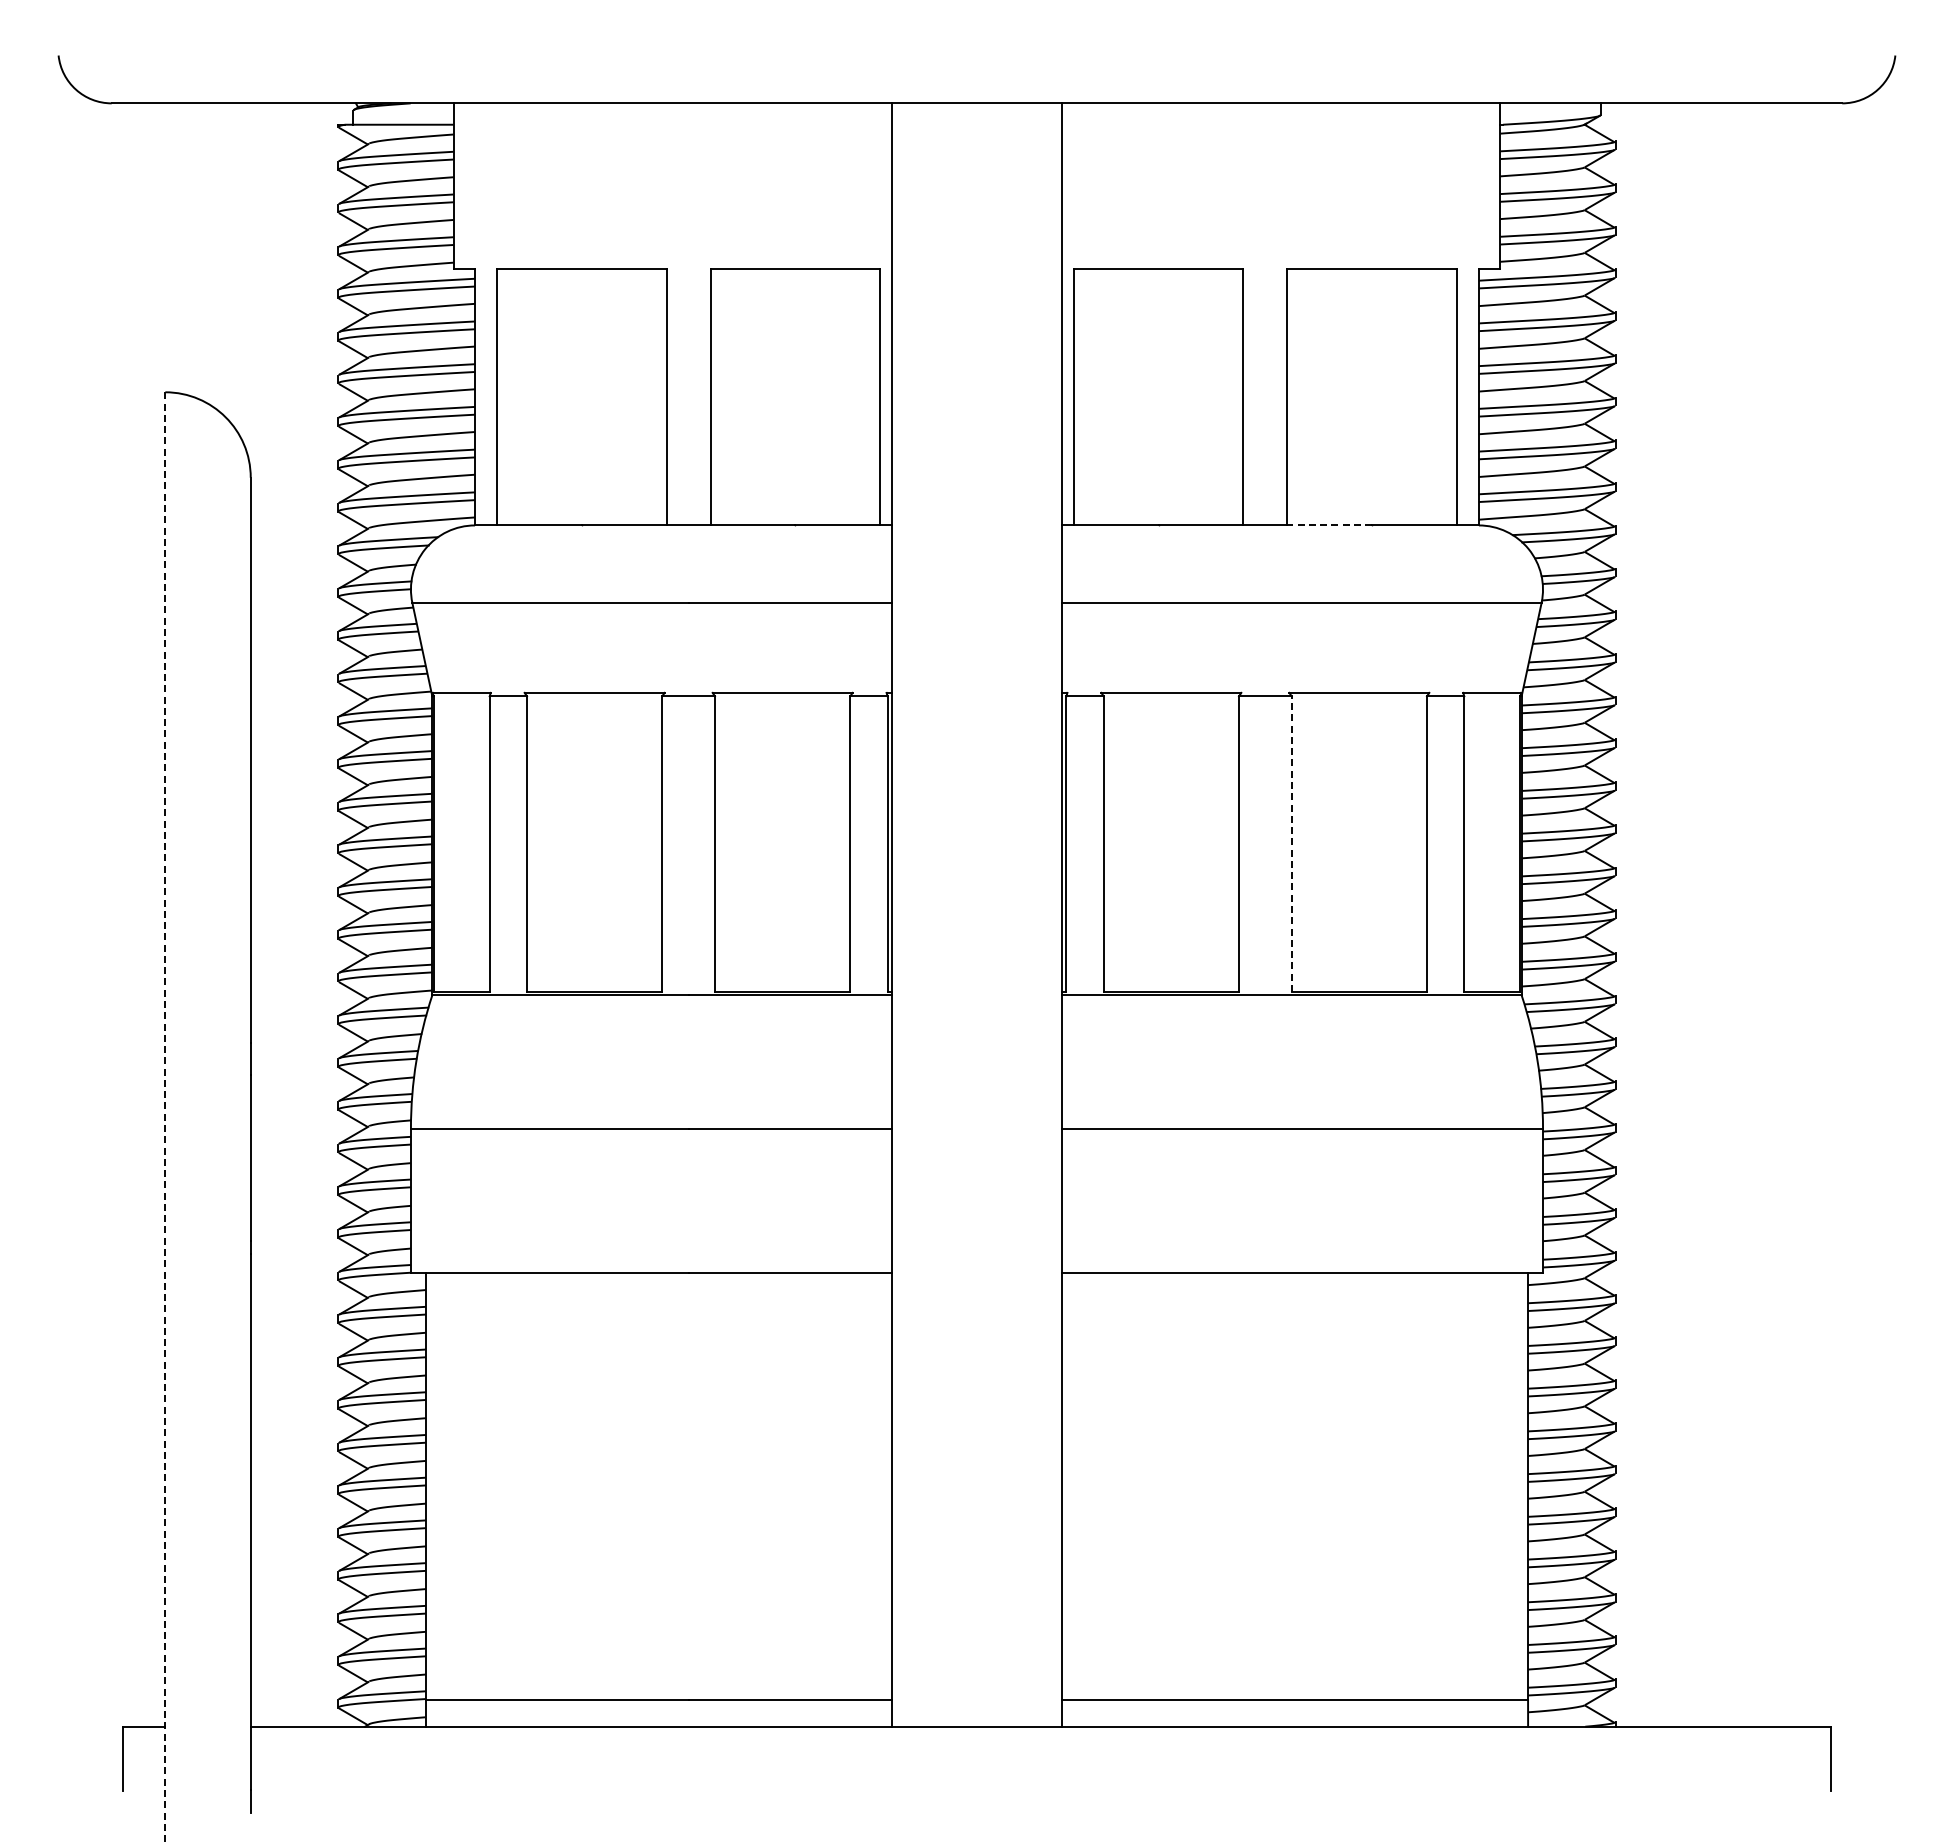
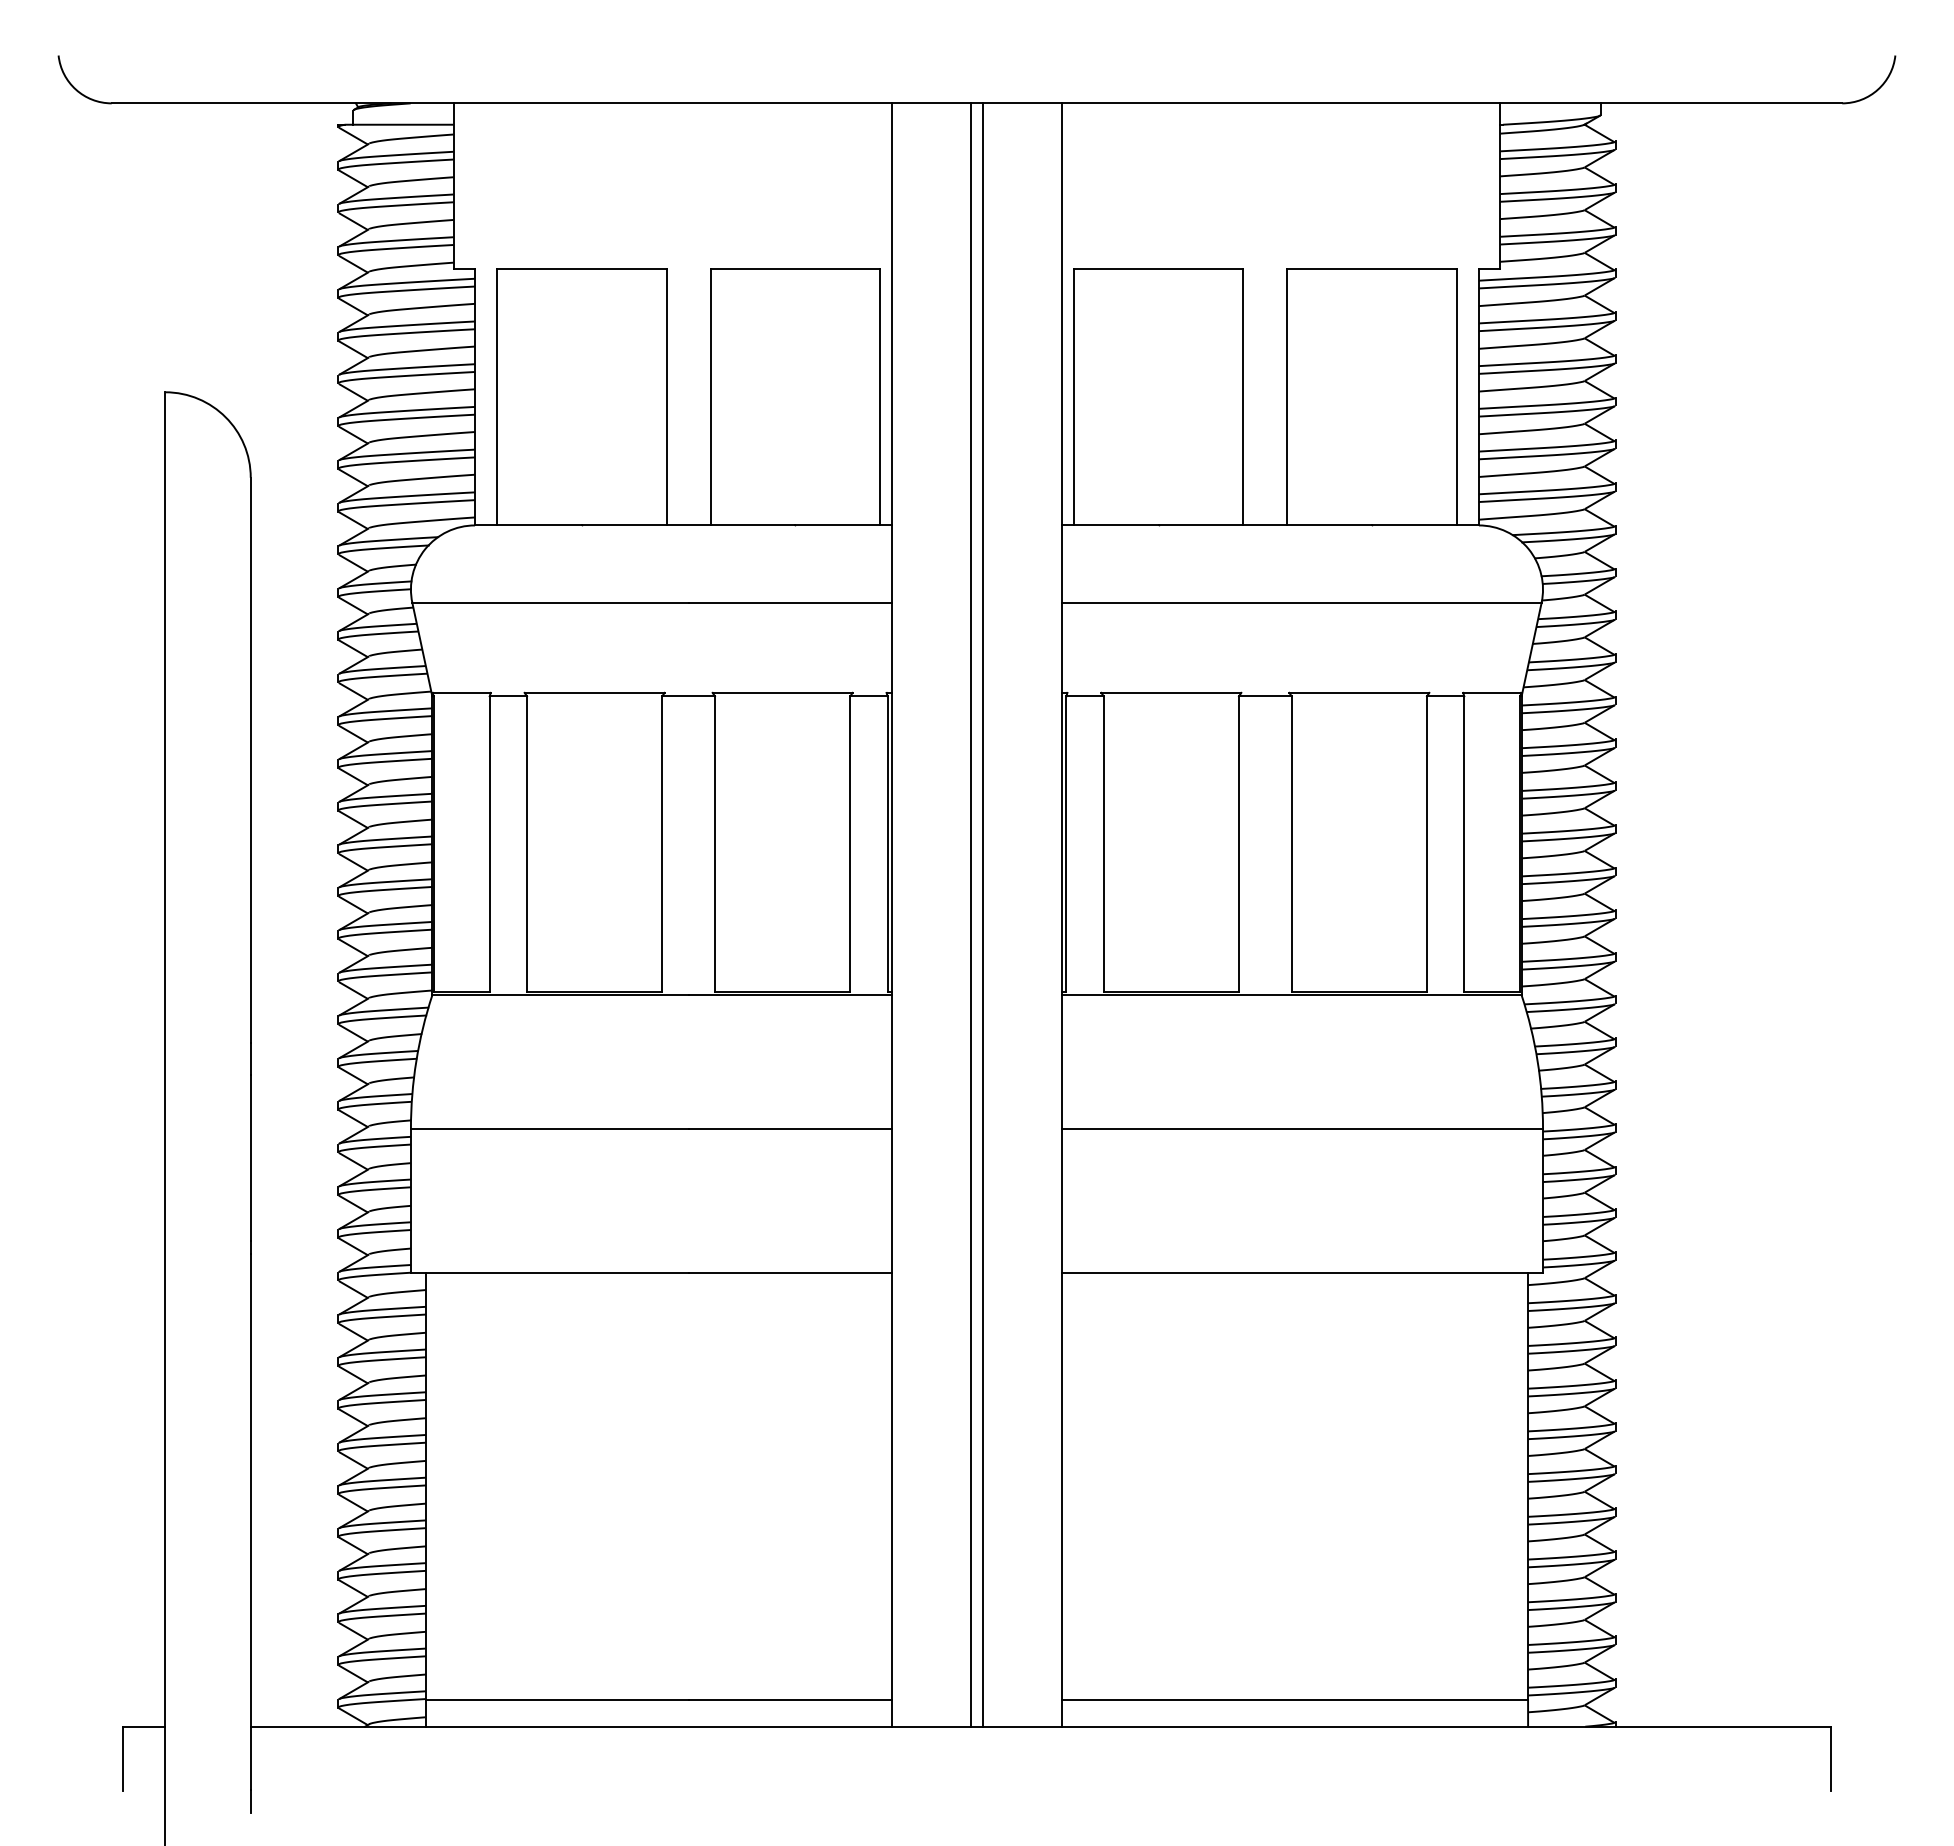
line at (1329, 525): dashed -> solid
line at (1291, 844): dashed -> solid
line at (971, 914): none -> present
line at (982, 914): none -> present
line at (165, 1119): dashed -> solid
